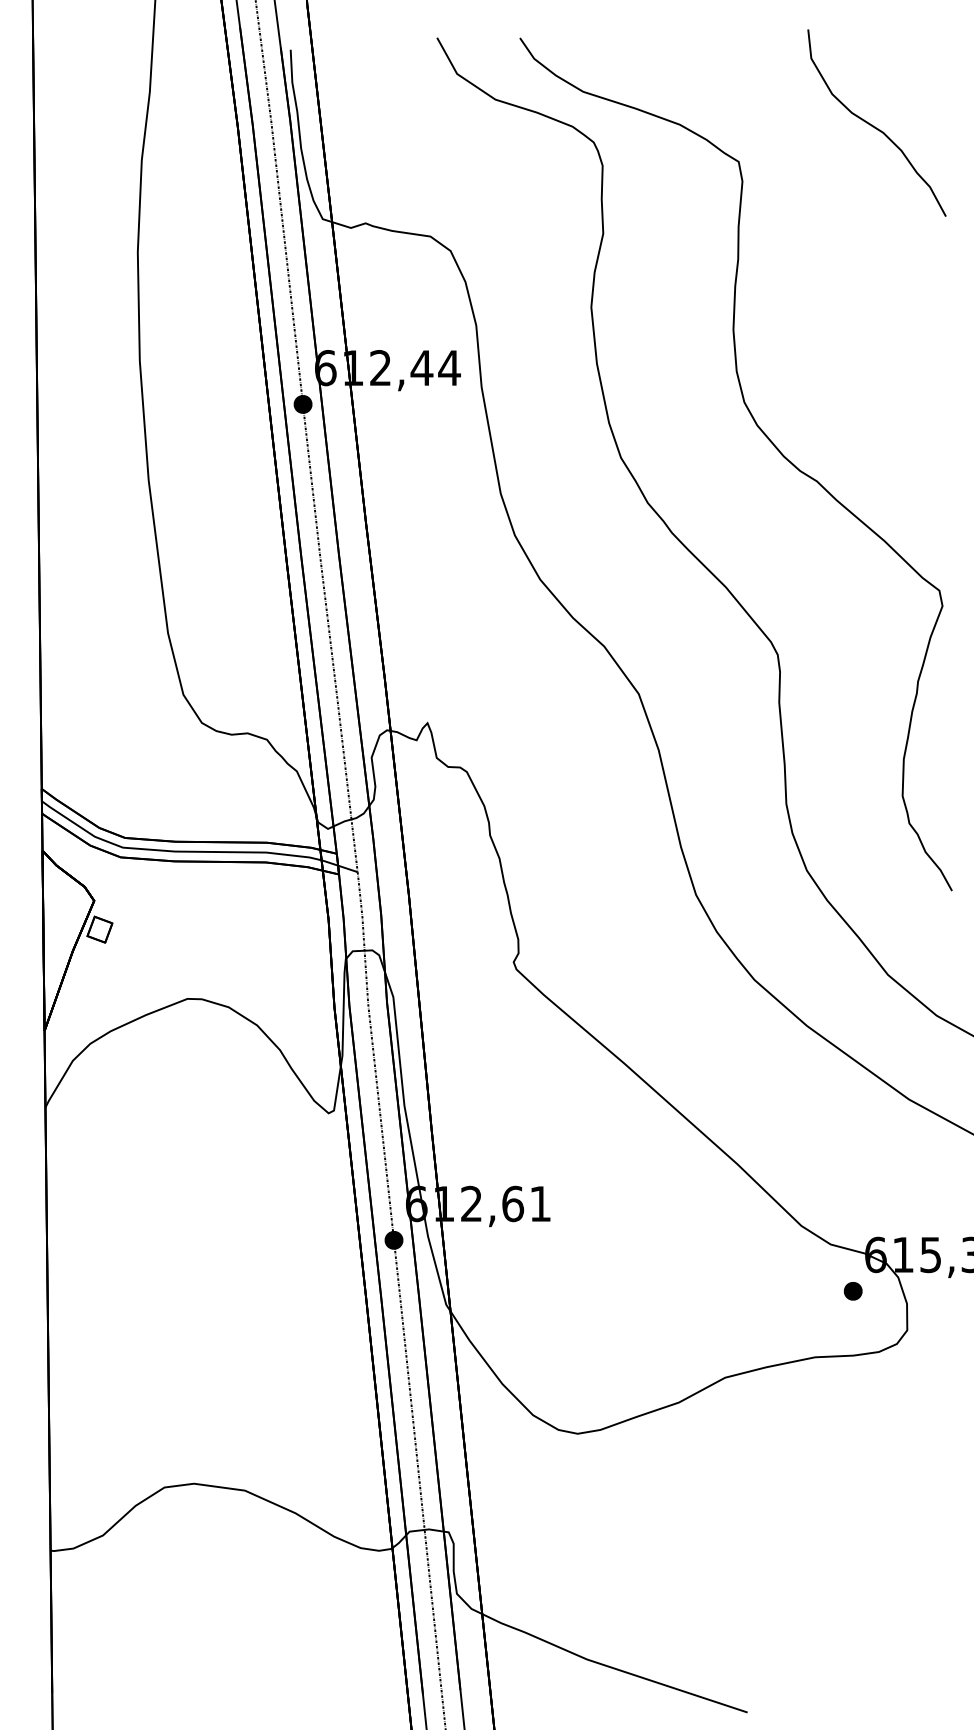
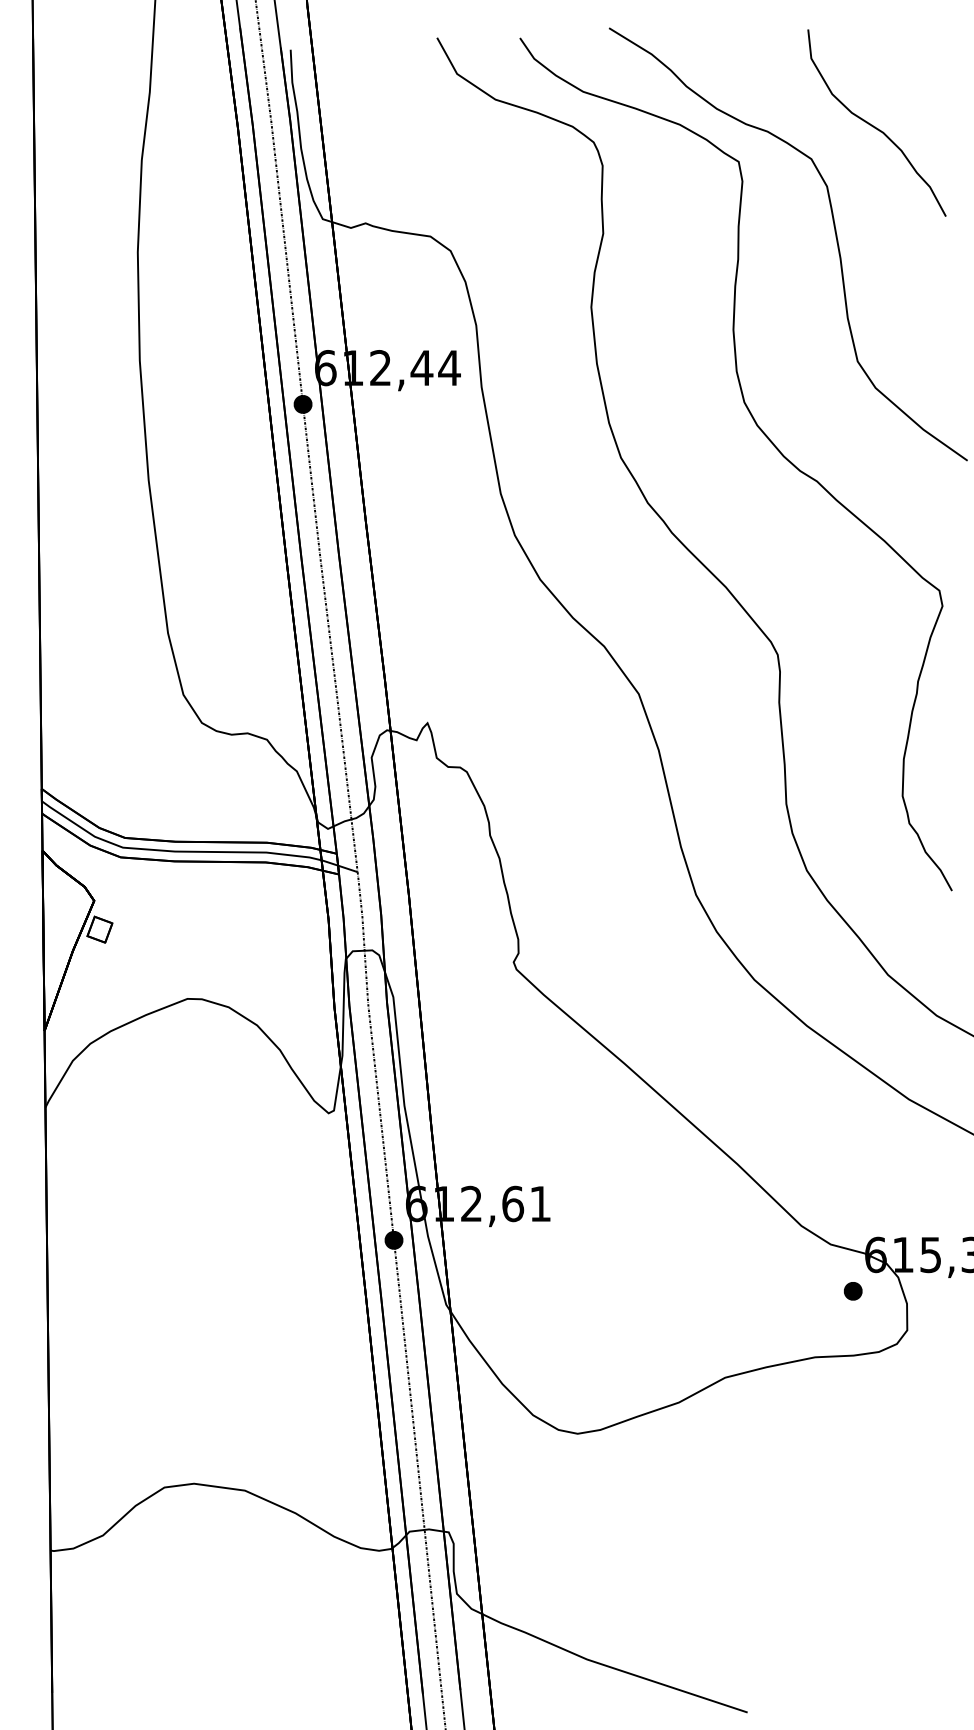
part at (834, 232): none -> present
